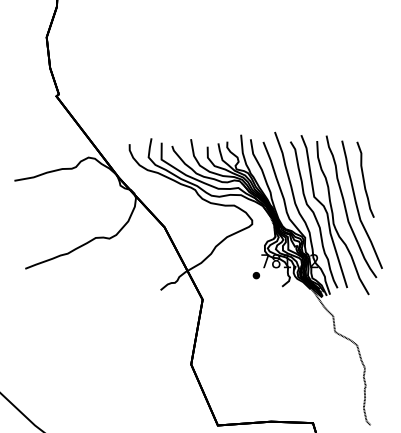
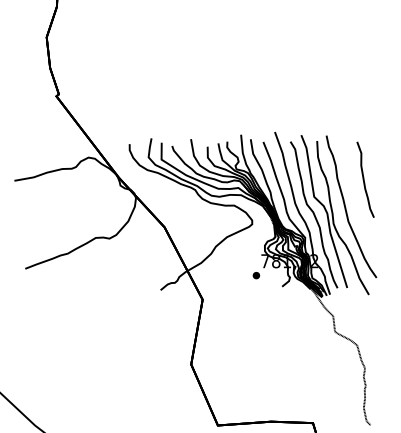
part at (361, 204): present -> none
